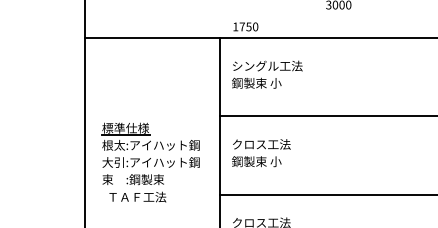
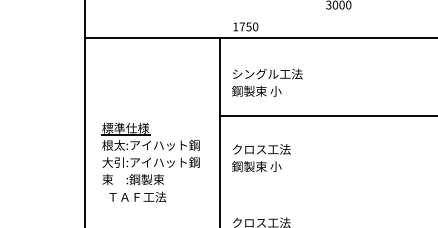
text at (267, 74) position: (267, 74) -> (267, 82)
text at (261, 153) position: (261, 153) -> (261, 158)
line at (326, 194): present -> none
